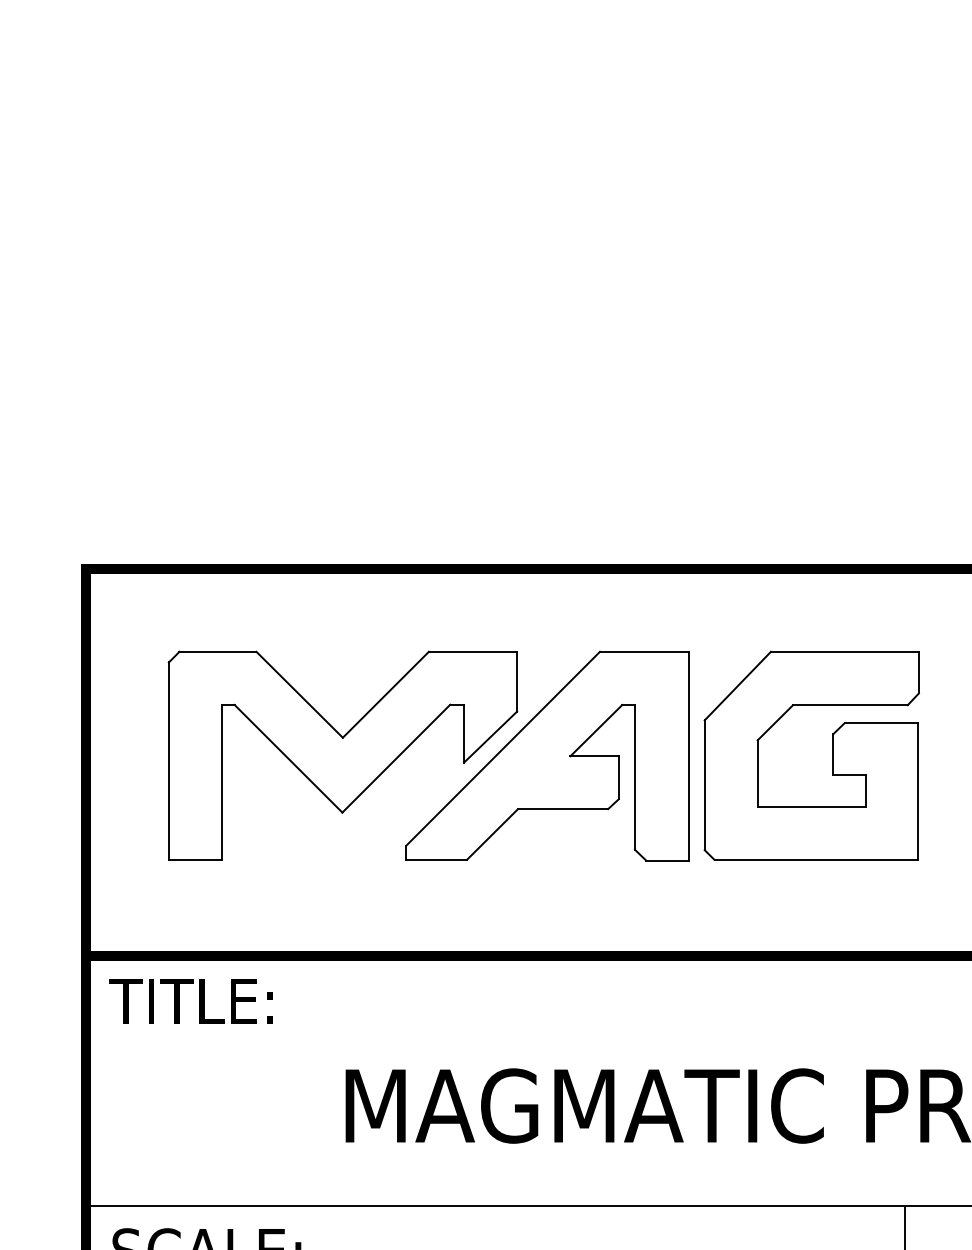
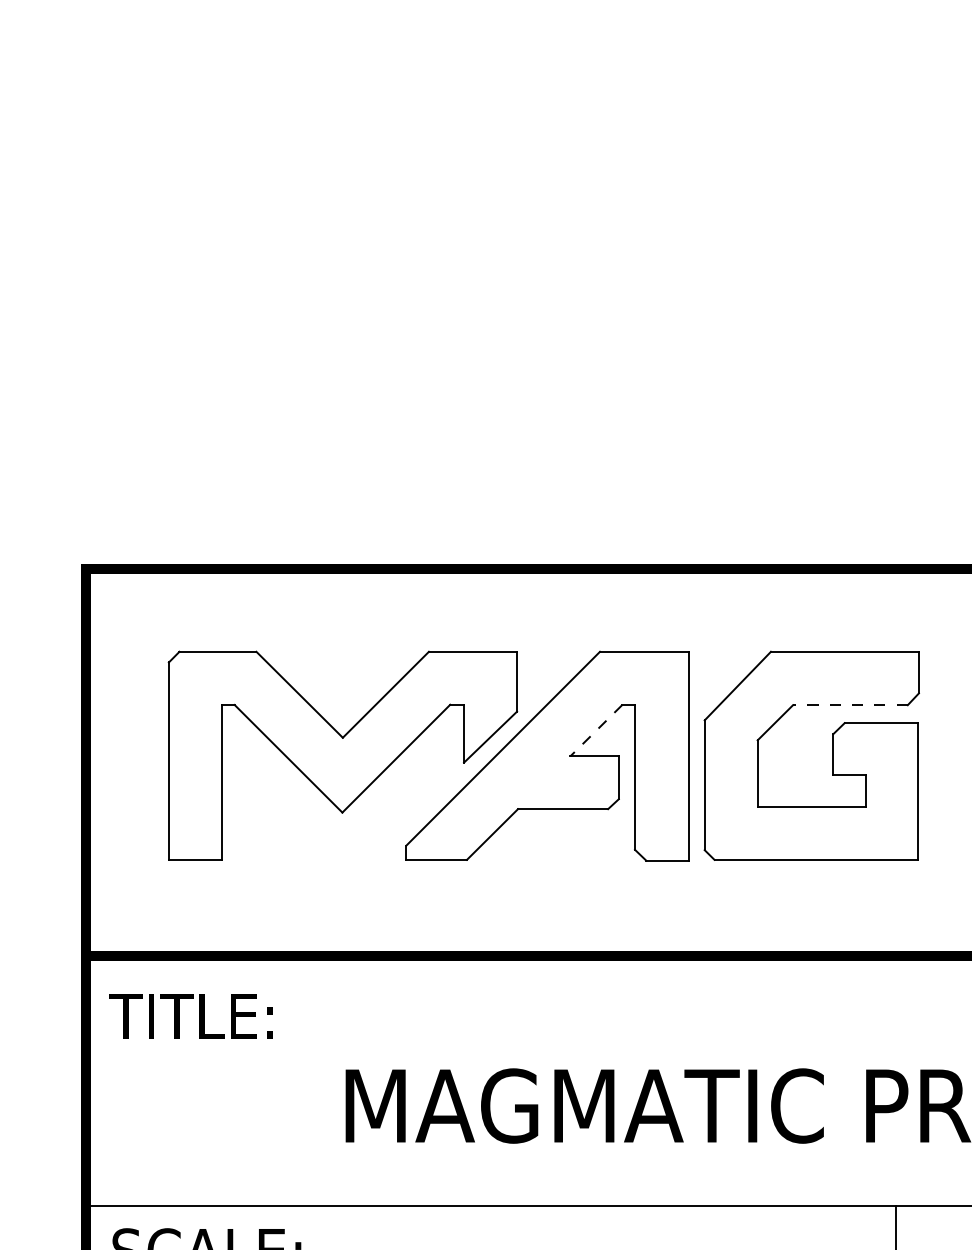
line at (849, 705): solid -> dashed
line at (596, 730): solid -> dashed
text at (190, 1001) position: (190, 1001) -> (190, 1016)
line at (905, 1226) position: (905, 1226) -> (896, 1226)
